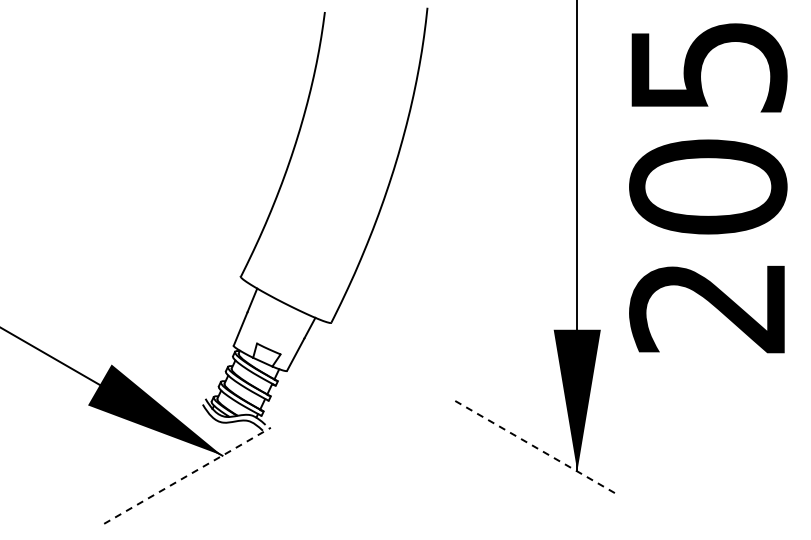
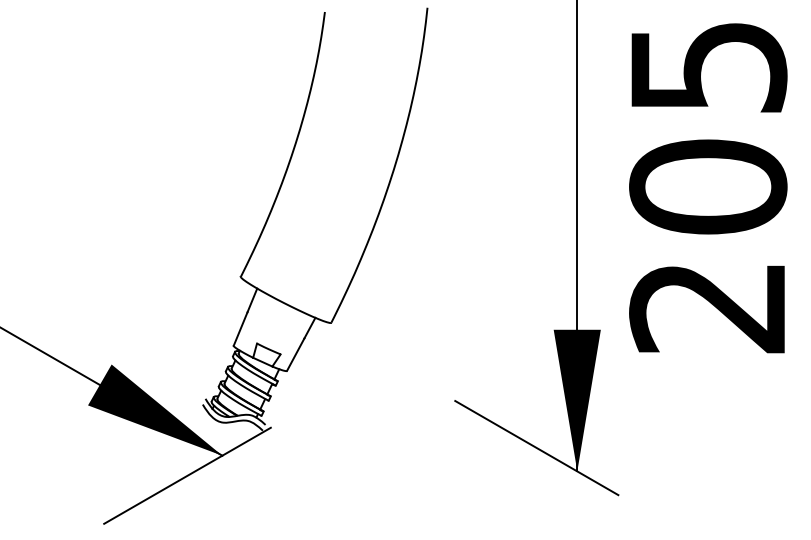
line at (537, 448): dashed -> solid
line at (187, 475): dashed -> solid
